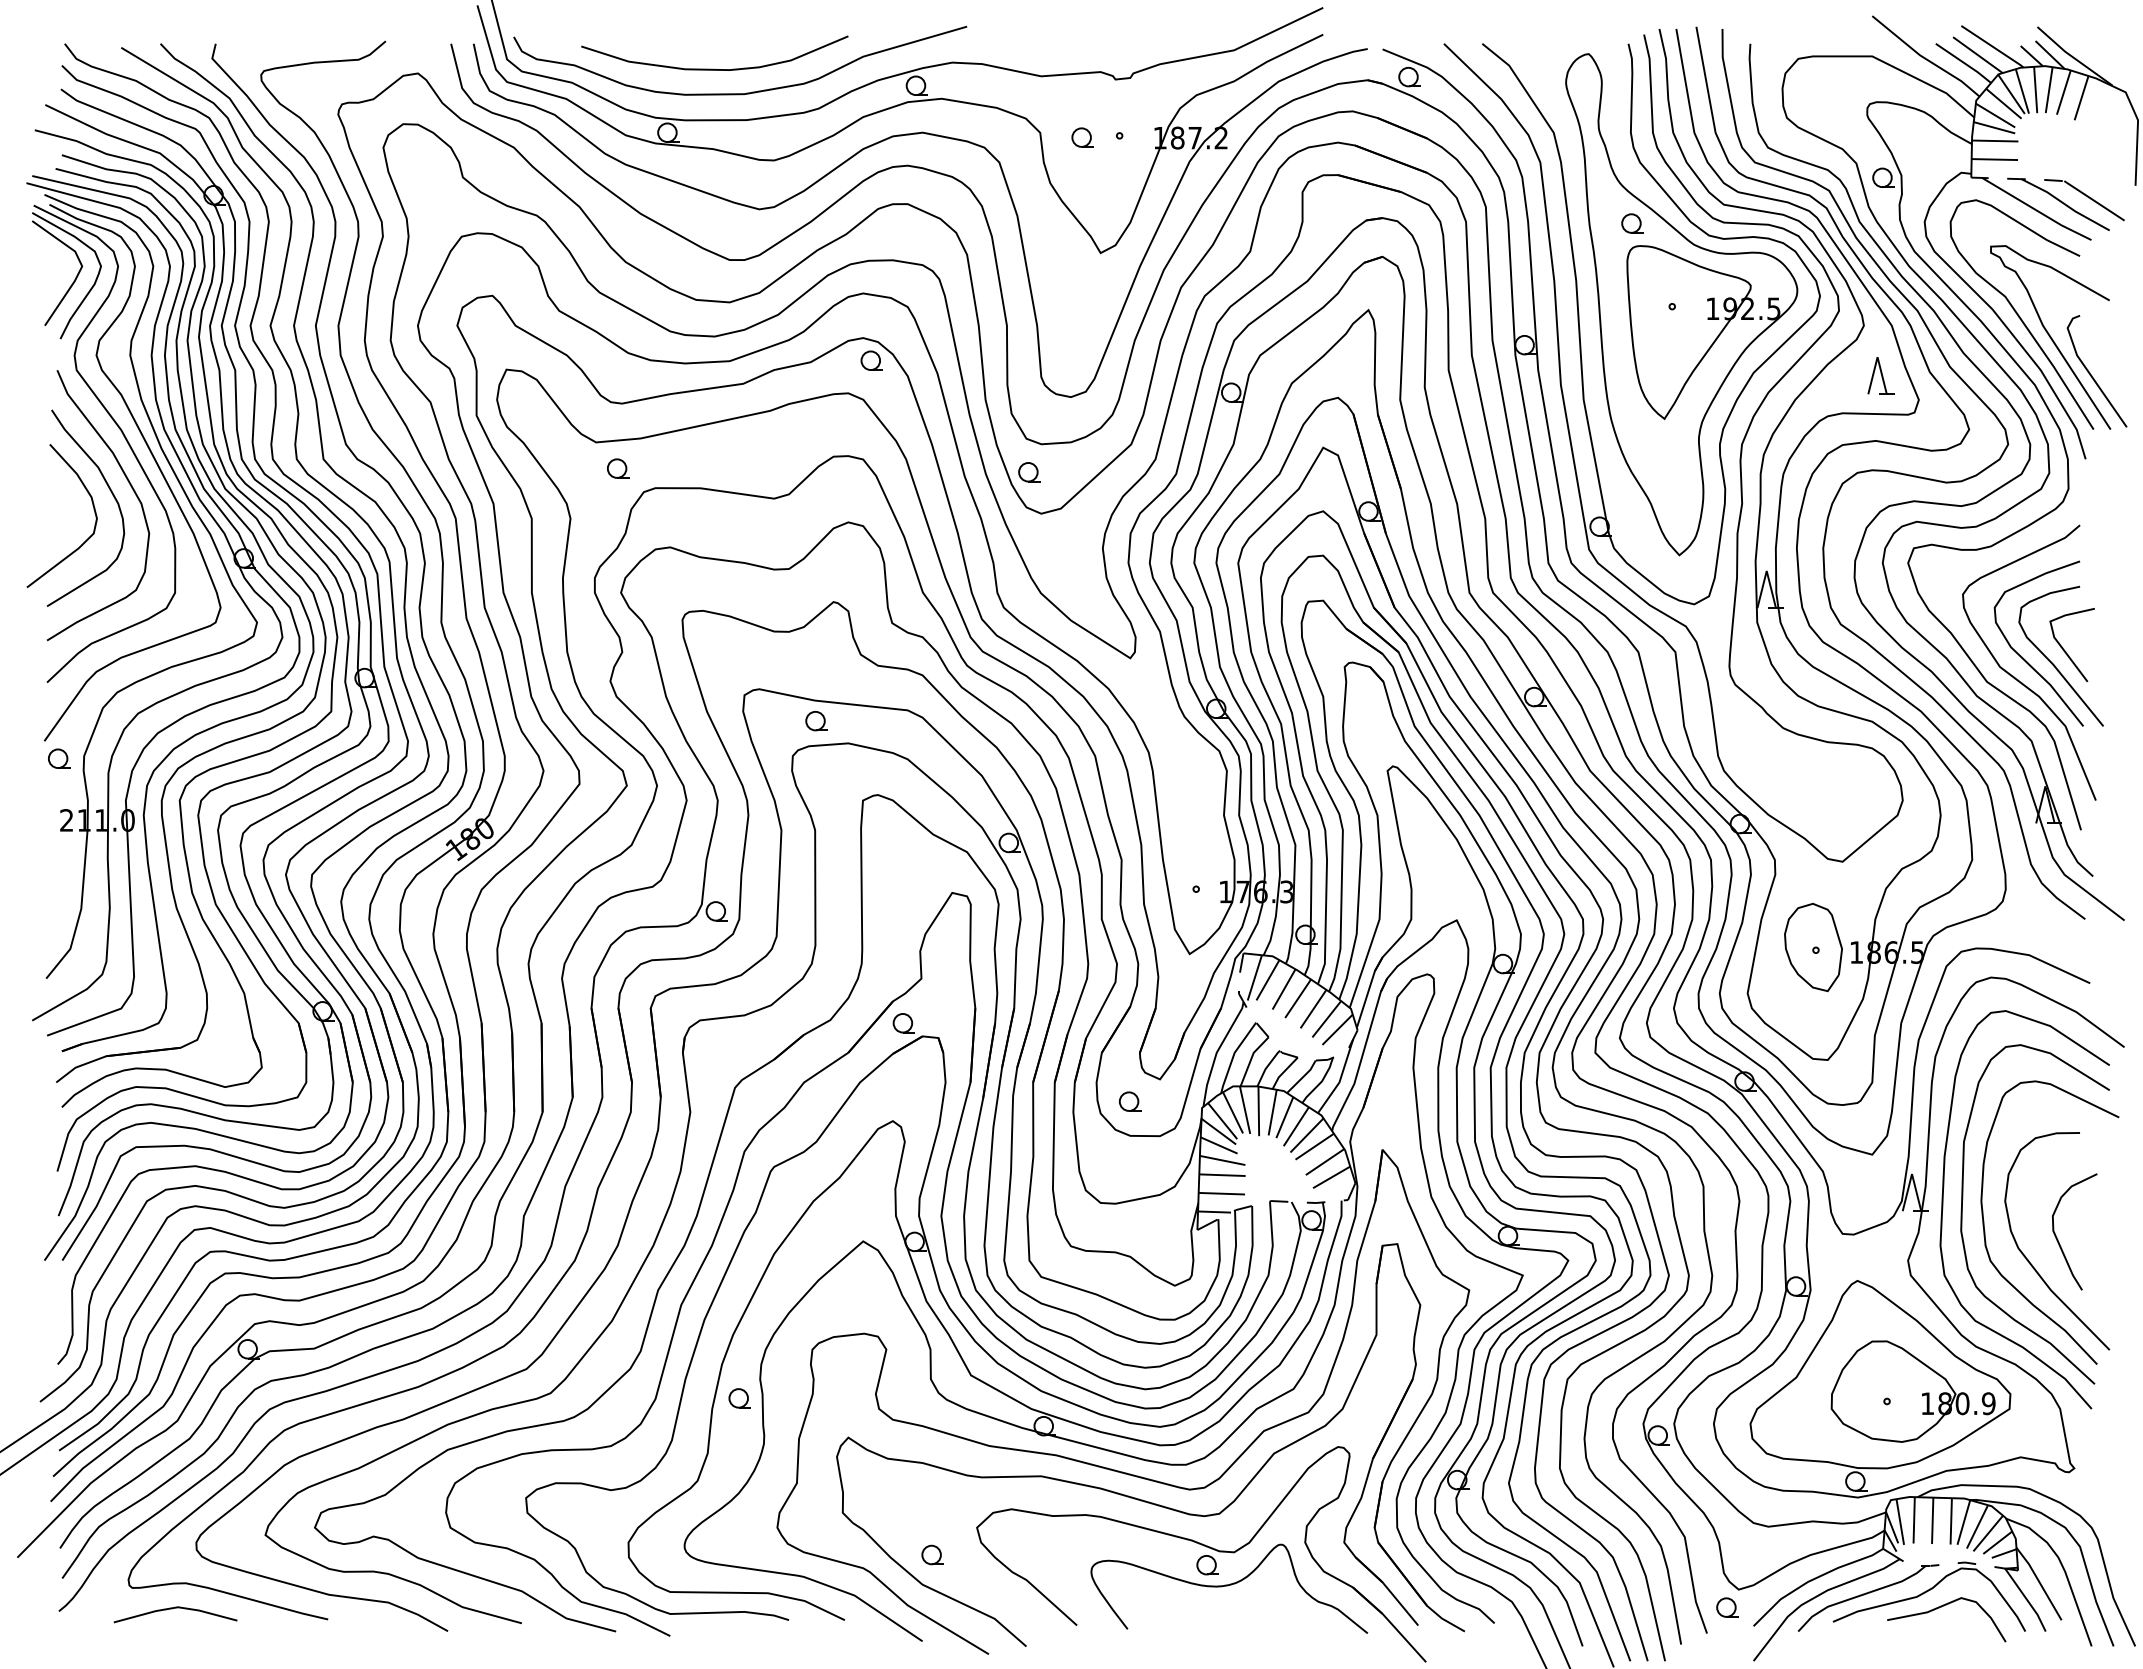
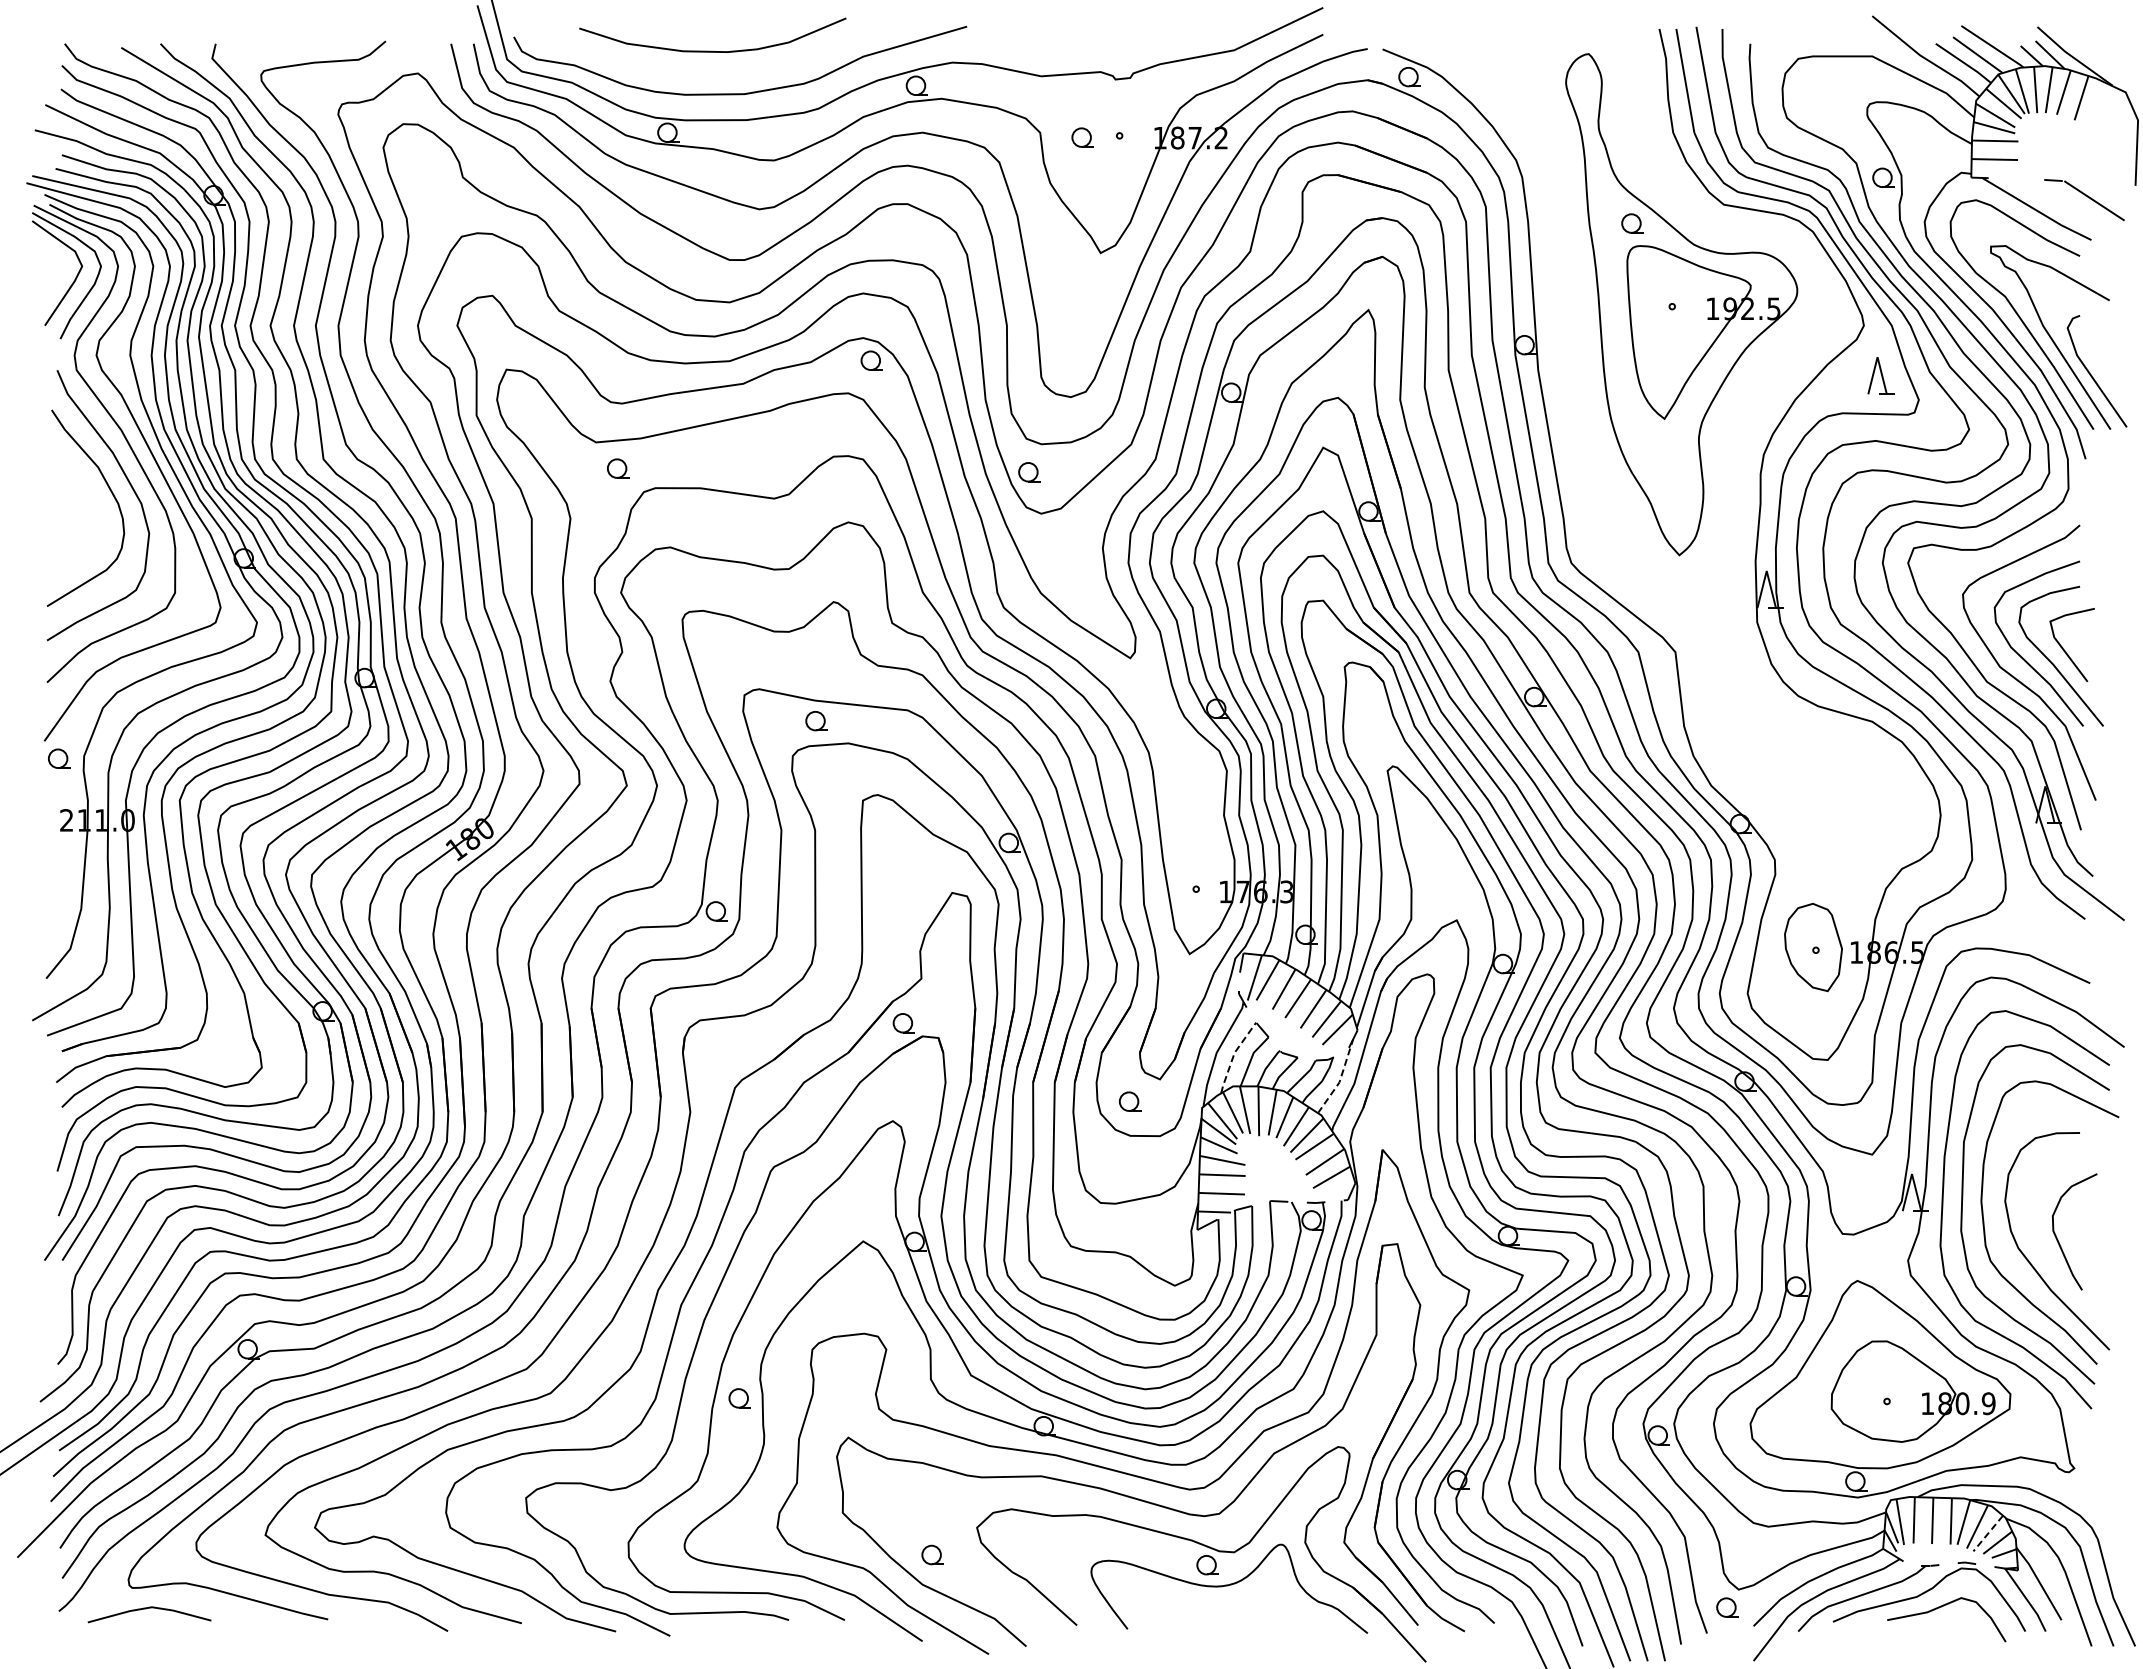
curve at (714, 68) position: (714, 68) -> (712, 50)
part at (2058, 204): present -> none
part at (1719, 448): present -> none
curve at (93, 509): present -> none
line at (1233, 1055): solid -> dashed
line at (1340, 1079): solid -> dashed
line at (1987, 1533): solid -> dashed
line at (172, 1609) position: (172, 1609) -> (146, 1609)
